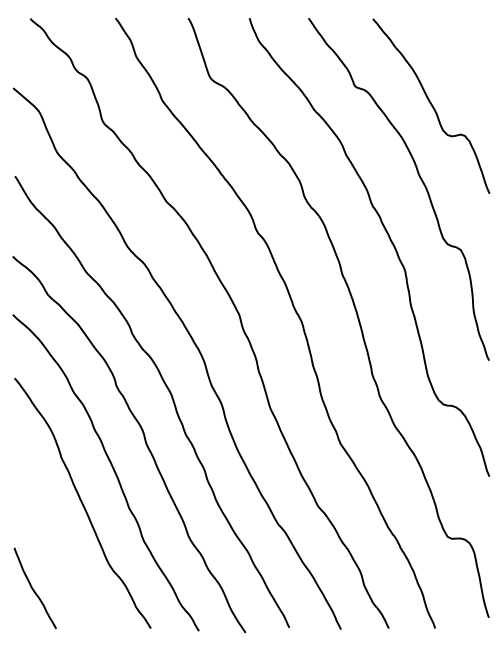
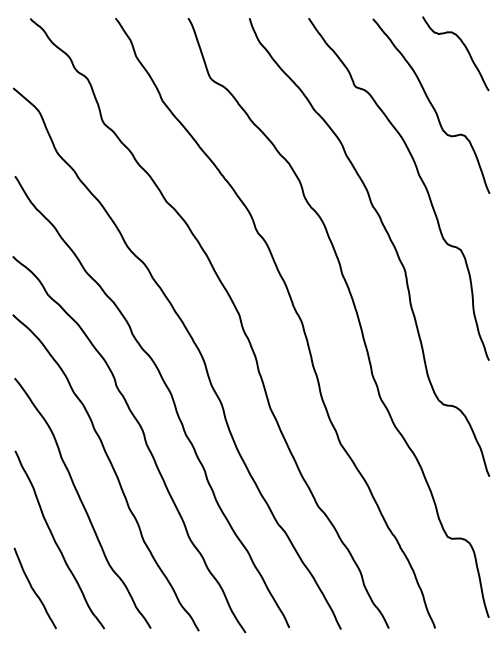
curve at (465, 48): none -> present
curve at (56, 541): none -> present
